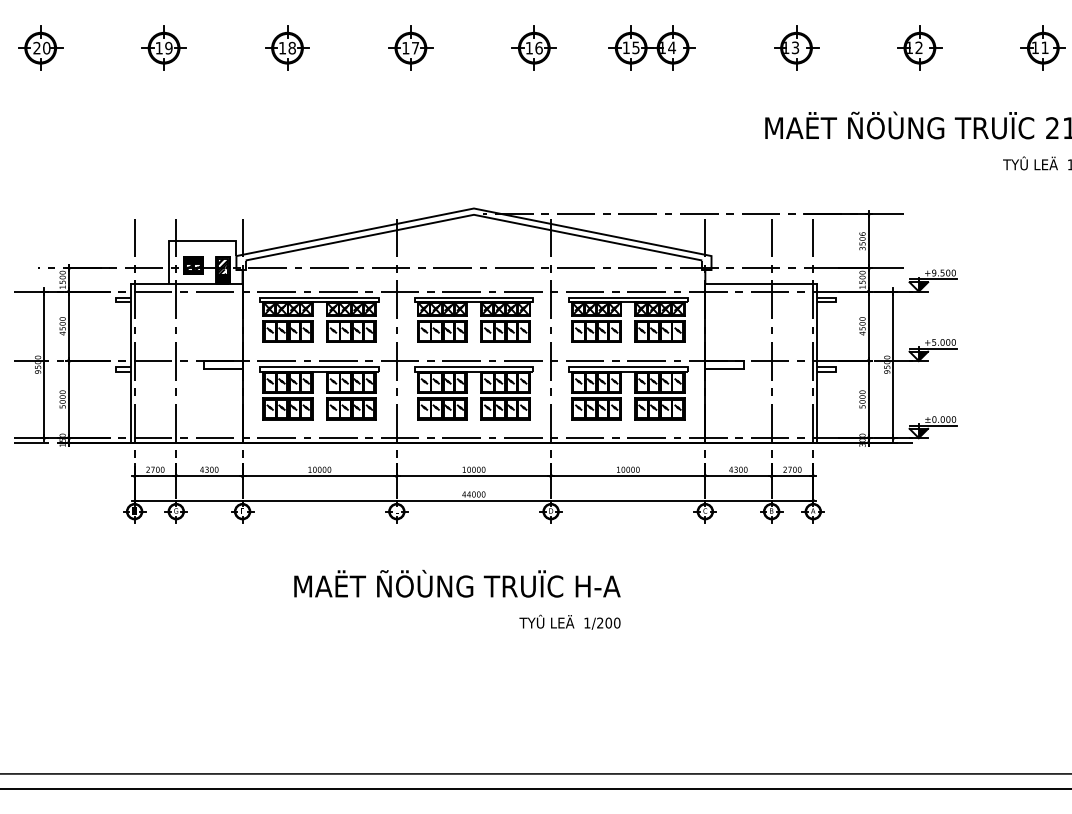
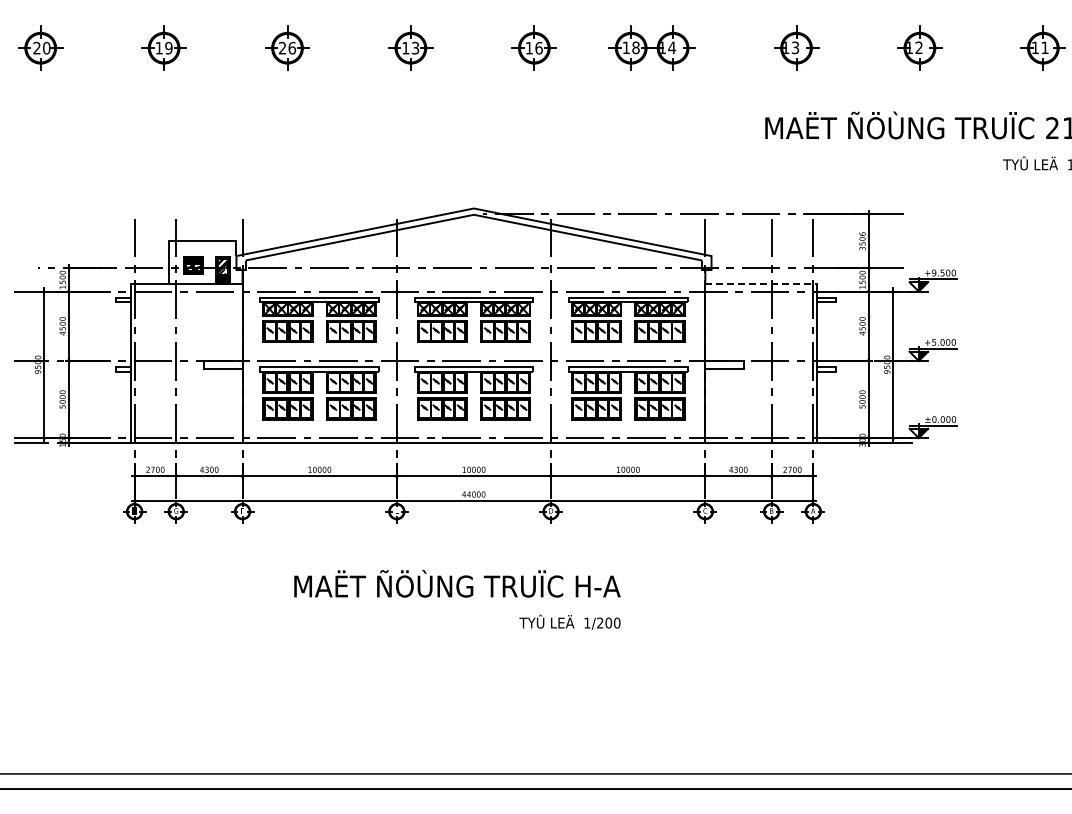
text at (287, 47): 18 -> 26
text at (415, 47): 17 -> 13
text at (635, 47): 15 -> 18
line at (761, 283): solid -> dashed
